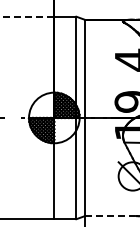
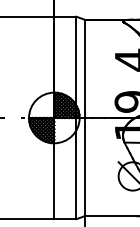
line at (27, 16): dashed -> solid
line at (110, 216): dashed -> solid
